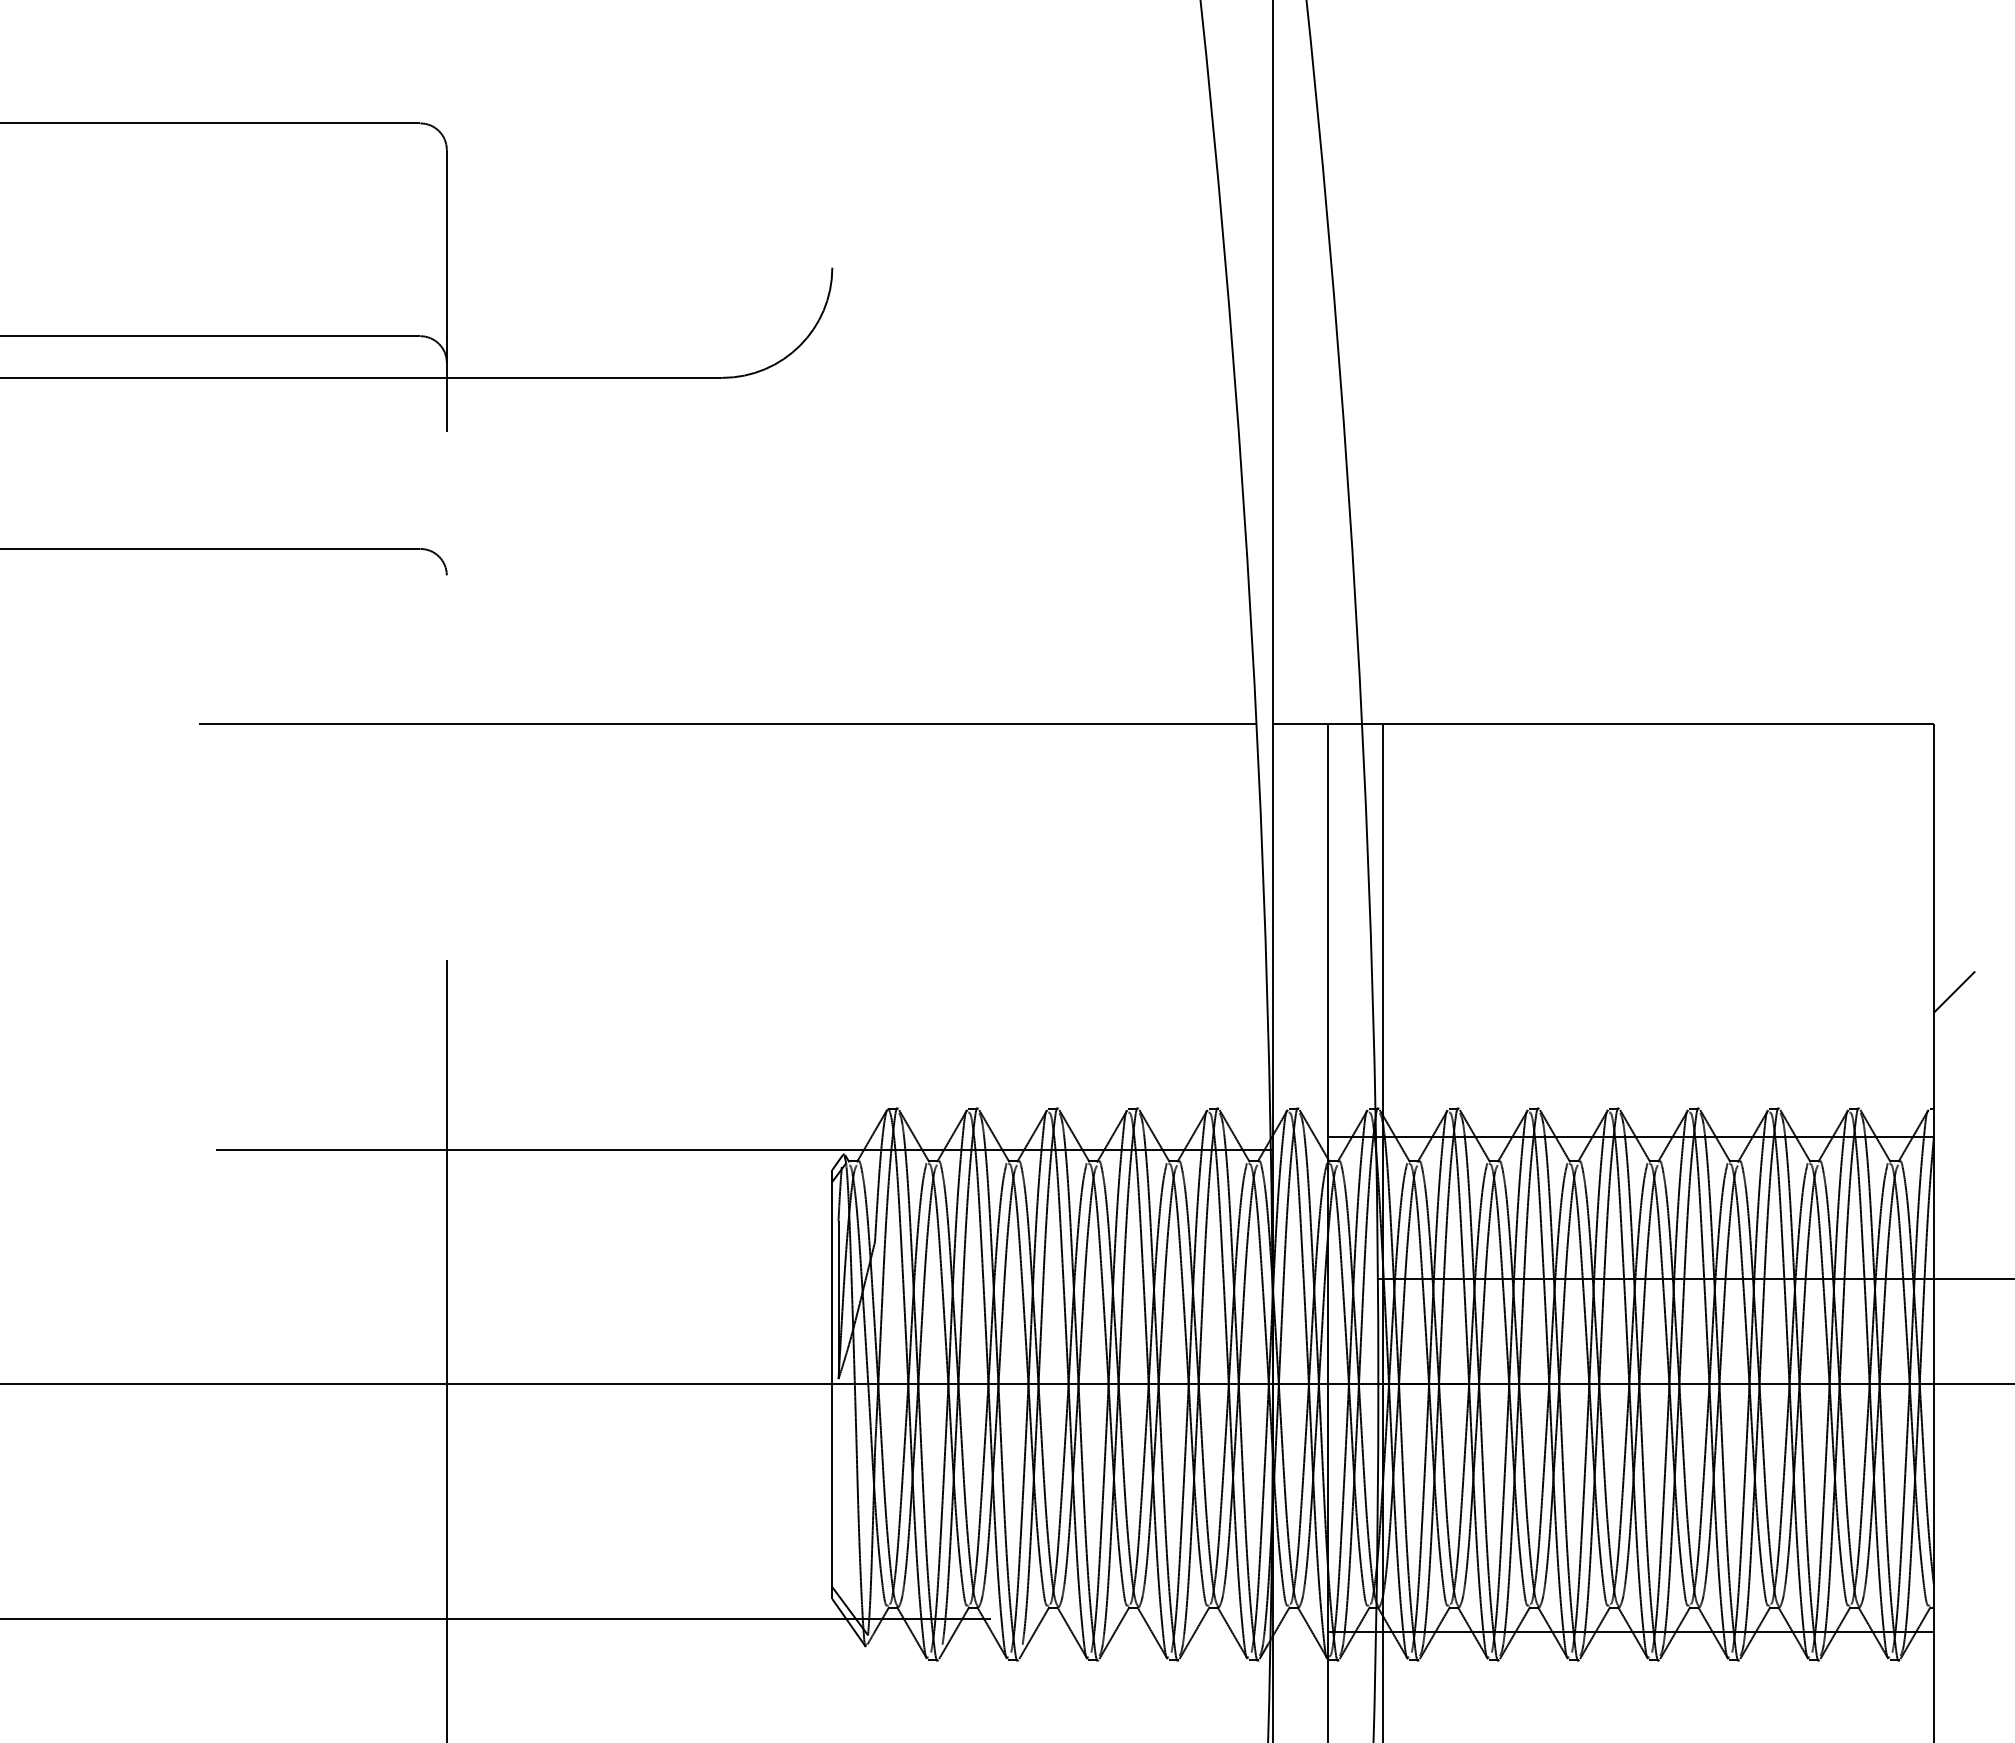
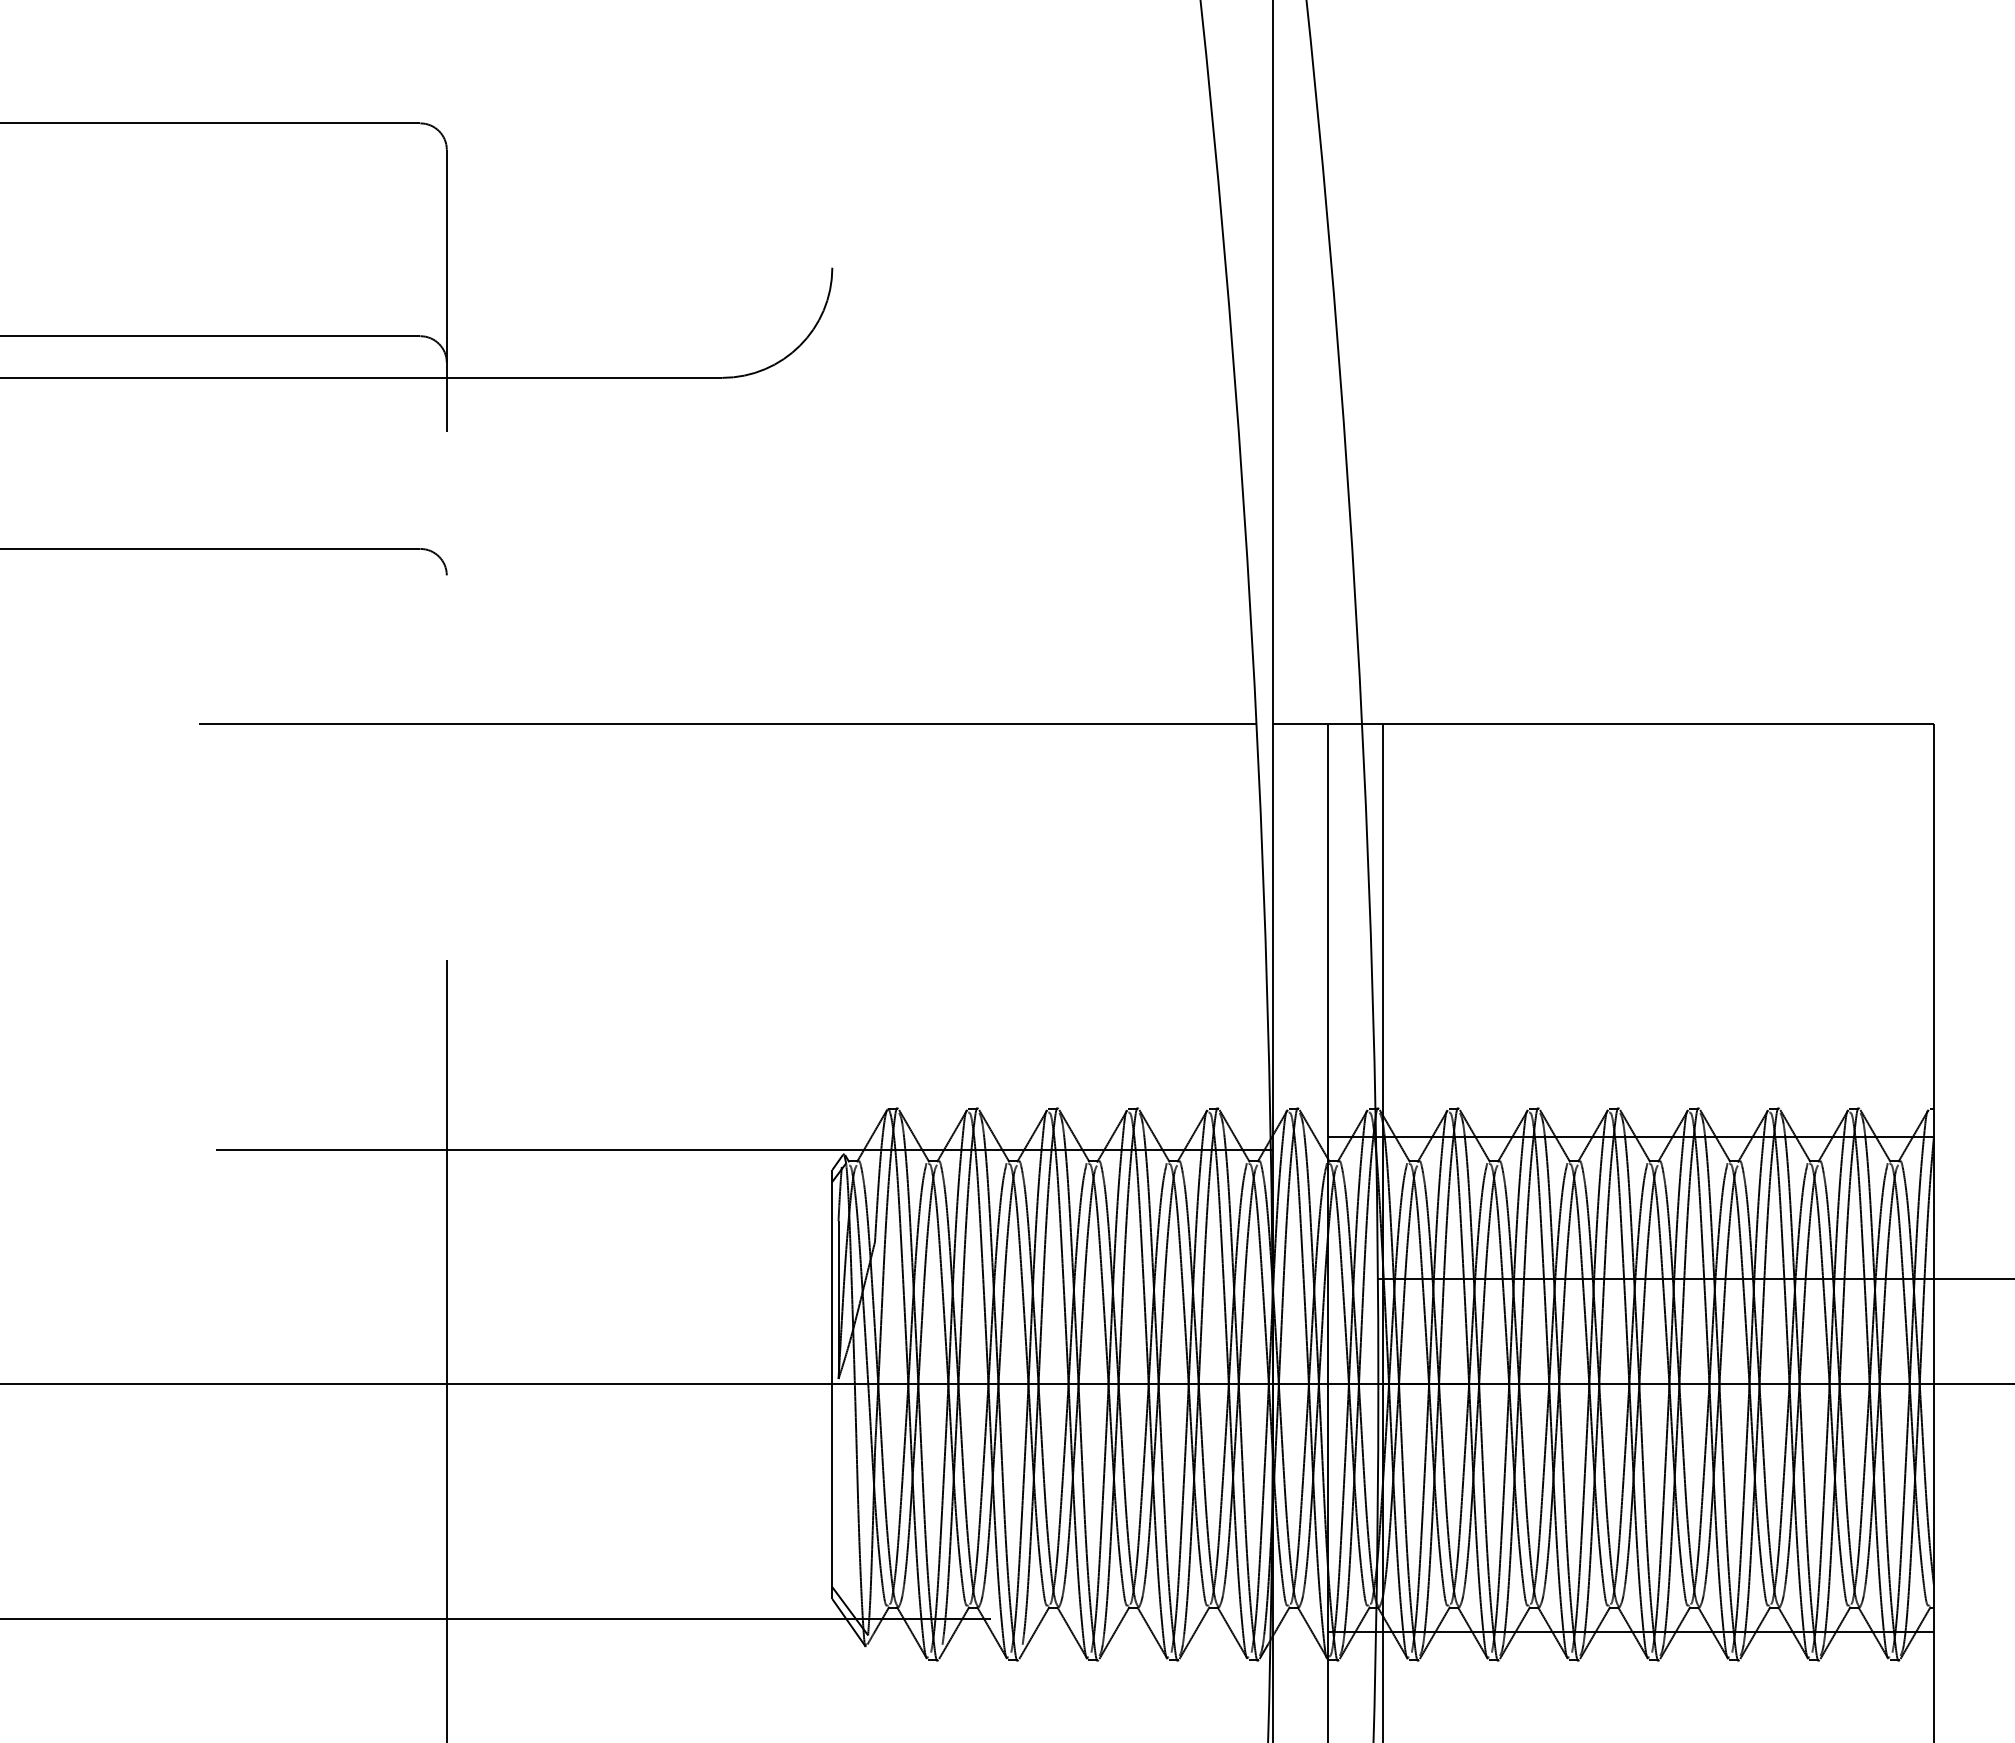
line at (1954, 991): present -> none
